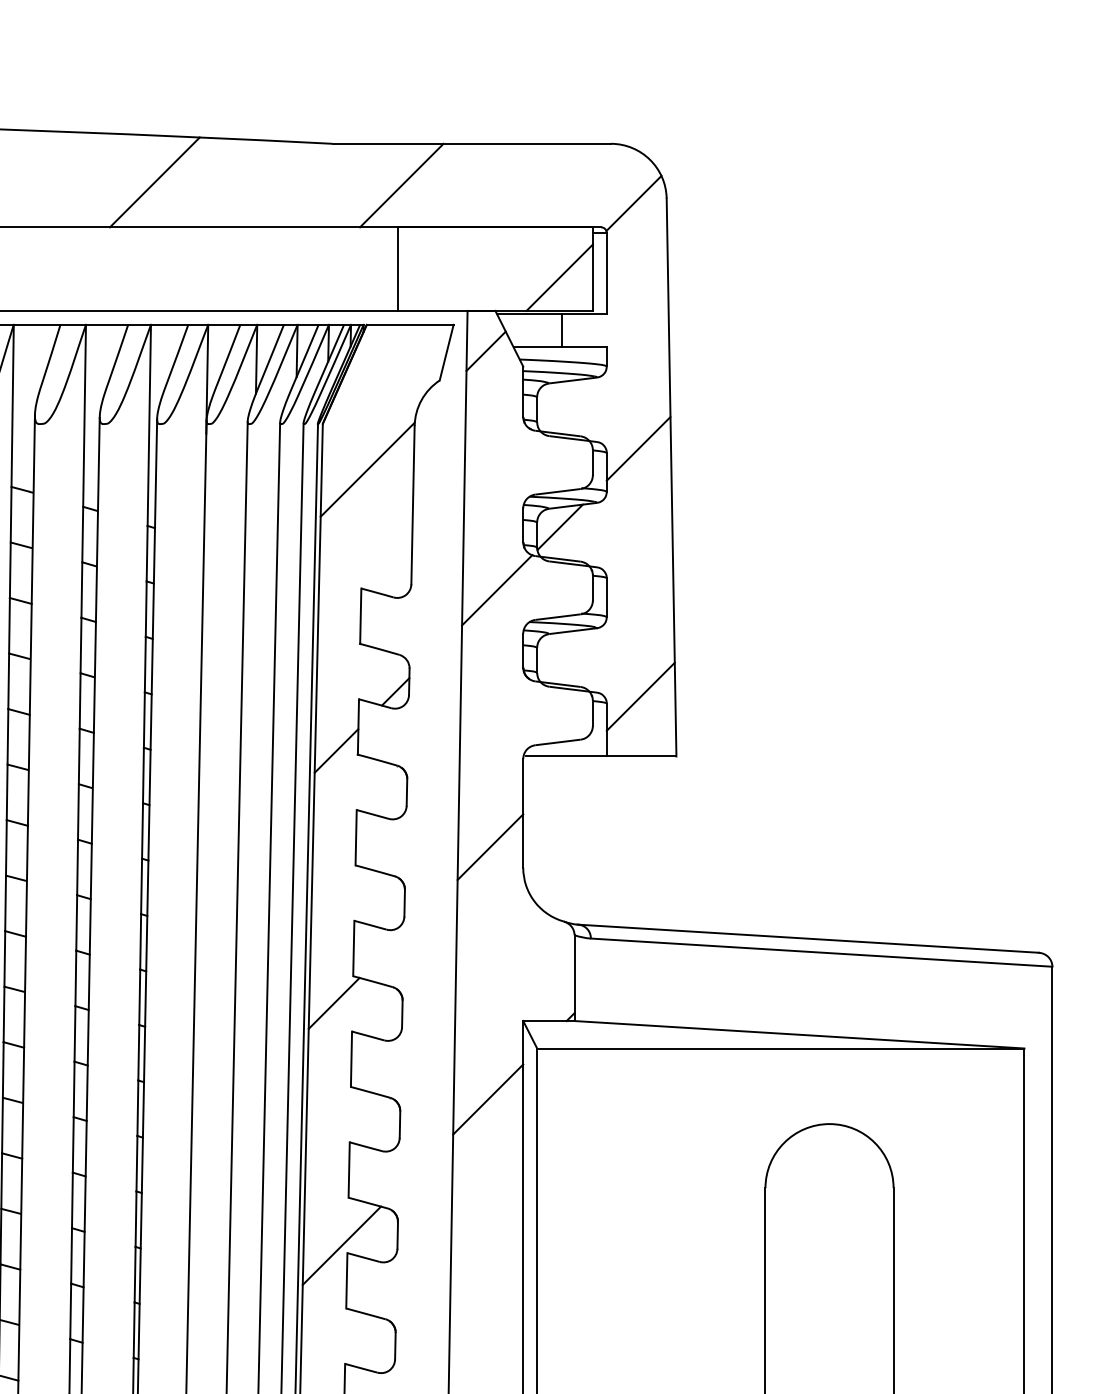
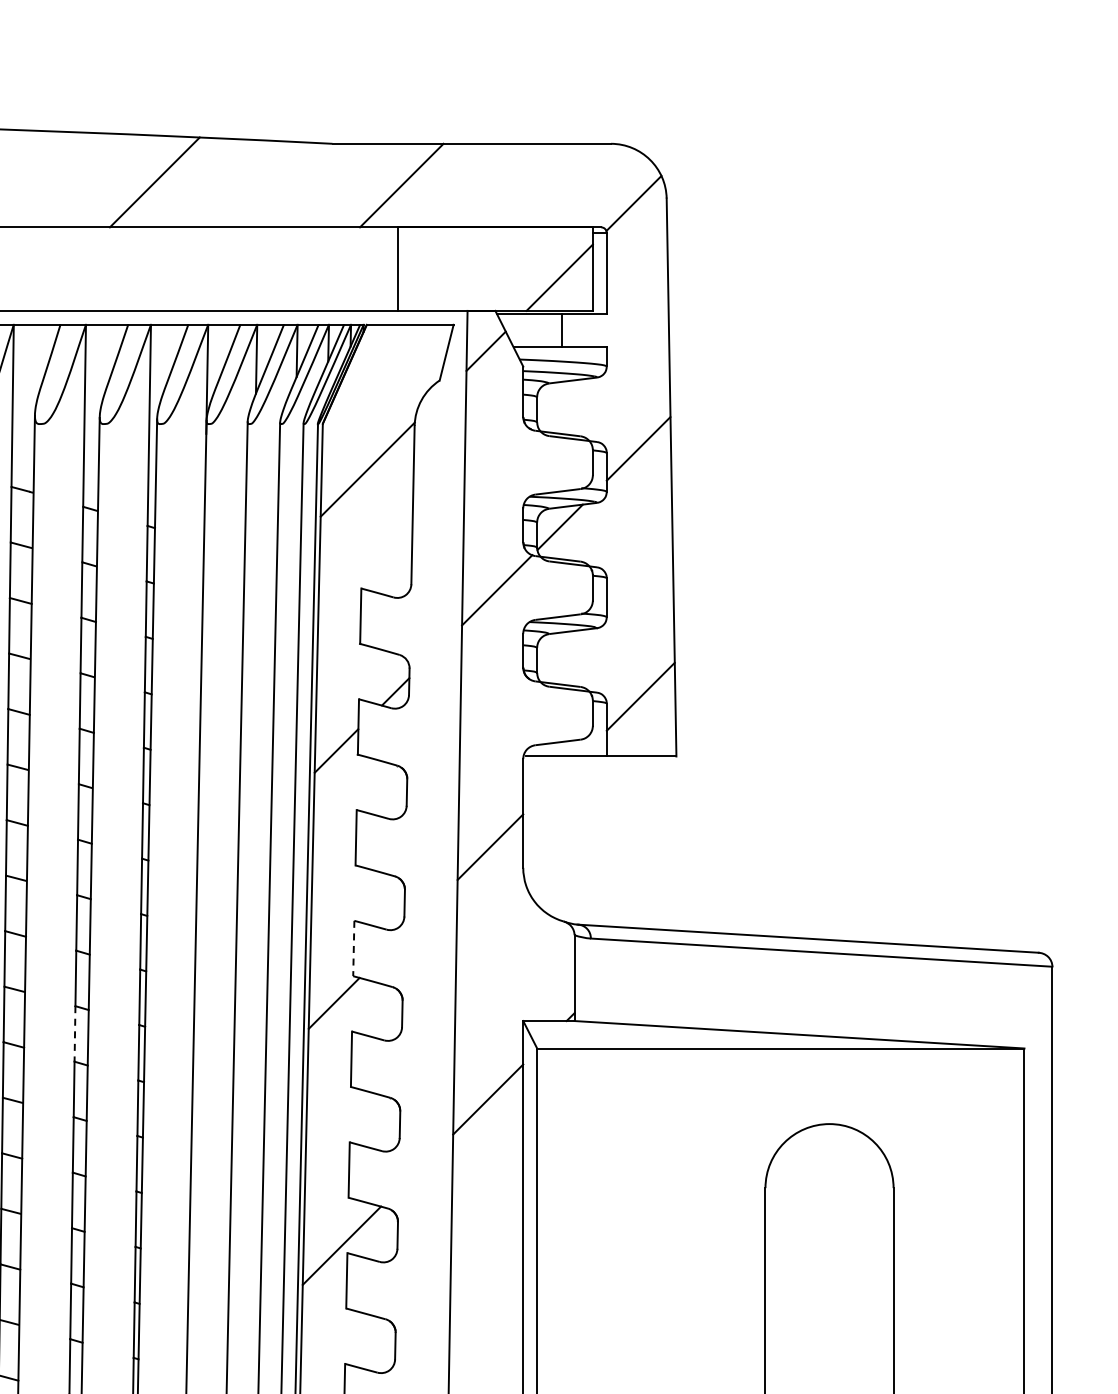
line at (353, 948): solid -> dashed
line at (75, 1033): solid -> dashed
